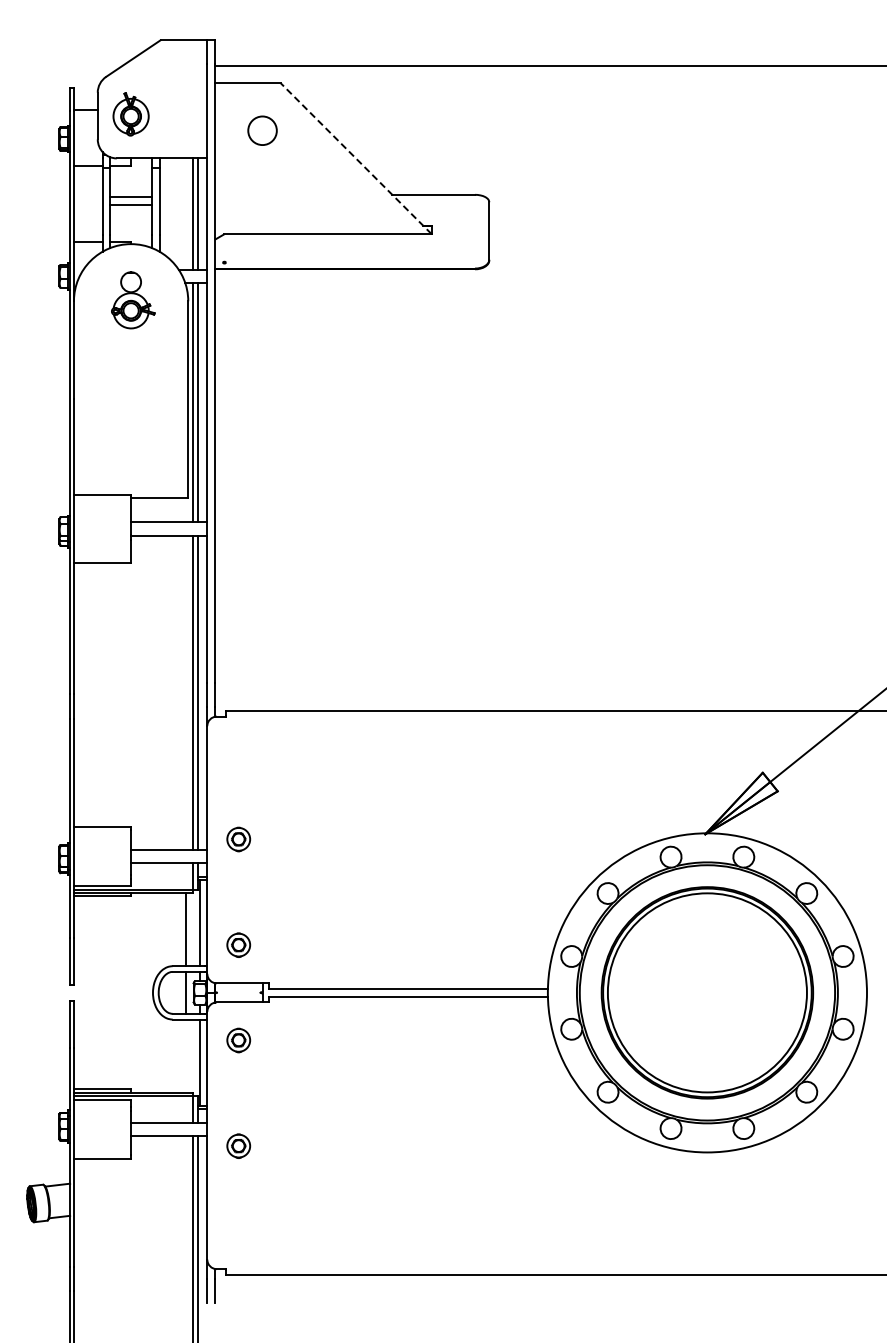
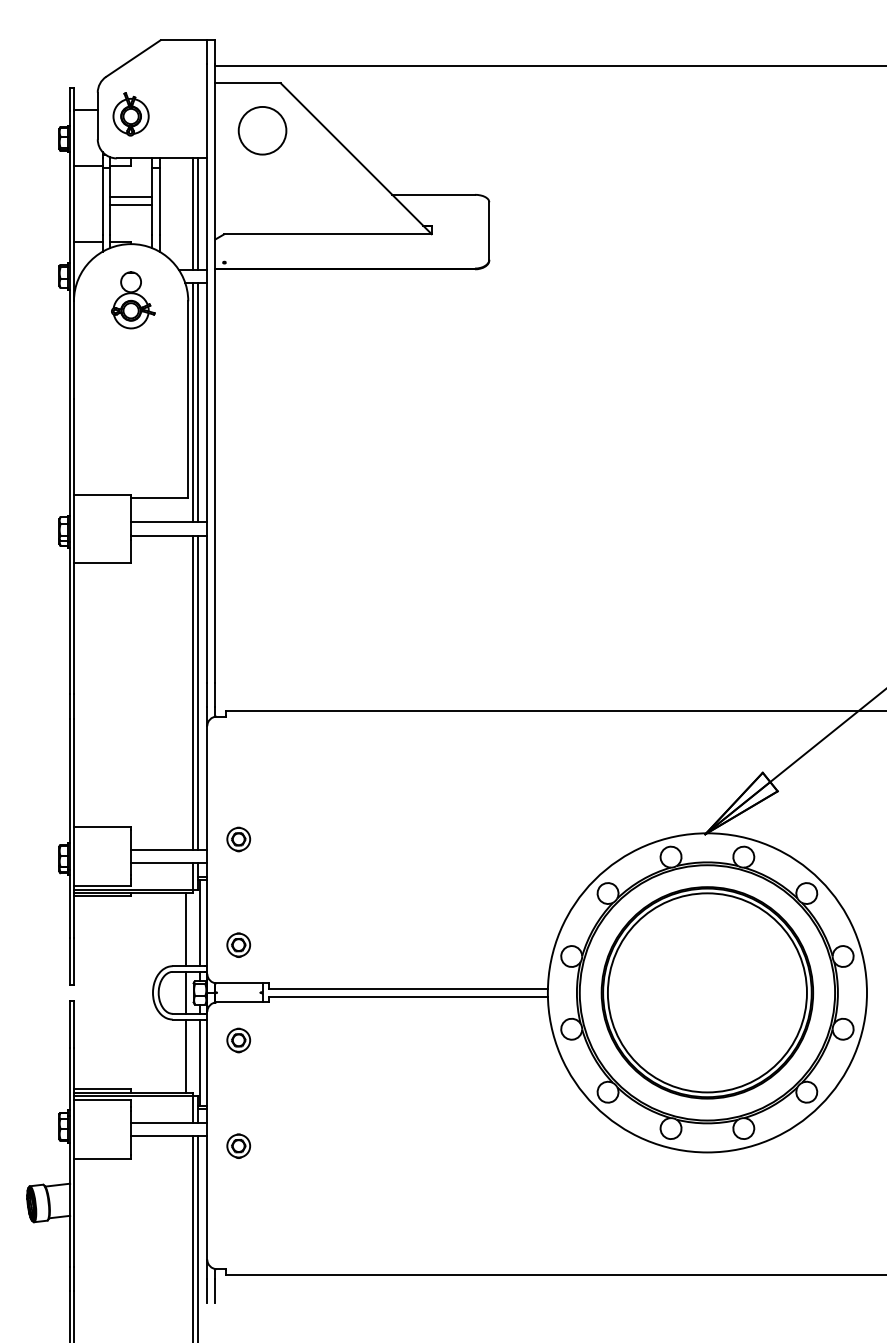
circle at (262, 130) diameter: 29 px -> 48 px
line at (356, 158): dashed -> solid
line at (186, 1055): none -> present
